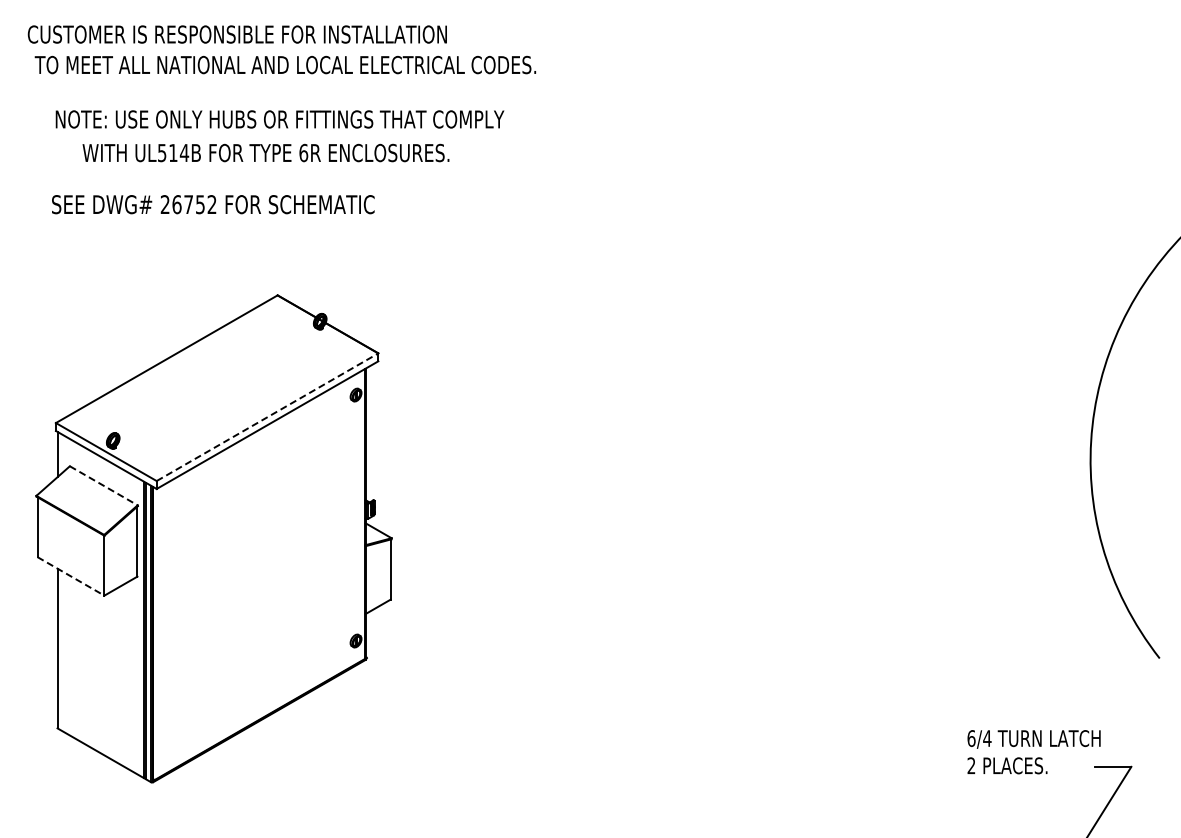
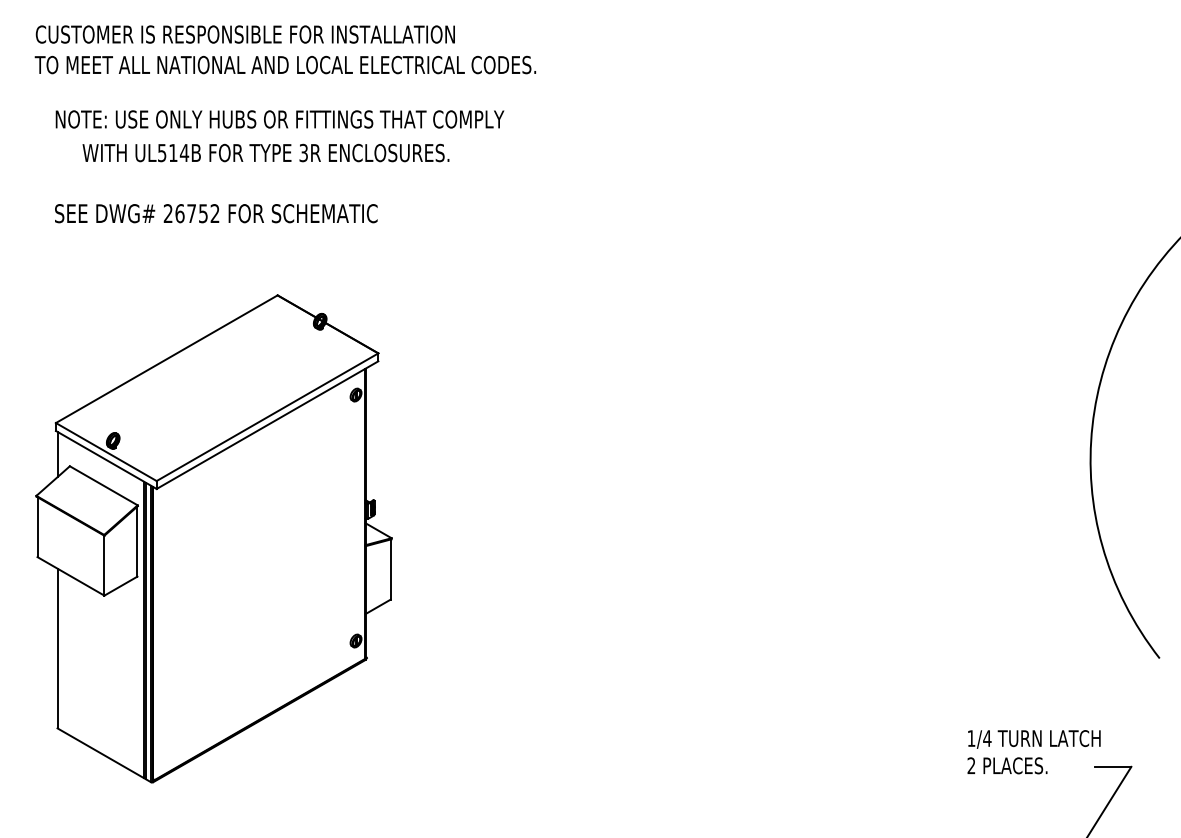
text at (236, 34) position: (236, 34) -> (244, 34)
text at (303, 152): 6R -> 3R
text at (213, 204) position: (213, 204) -> (216, 213)
line at (267, 417): dashed -> solid
line at (104, 486): dashed -> solid
line at (70, 576): dashed -> solid
text at (971, 738): 6/4 -> 1/4
